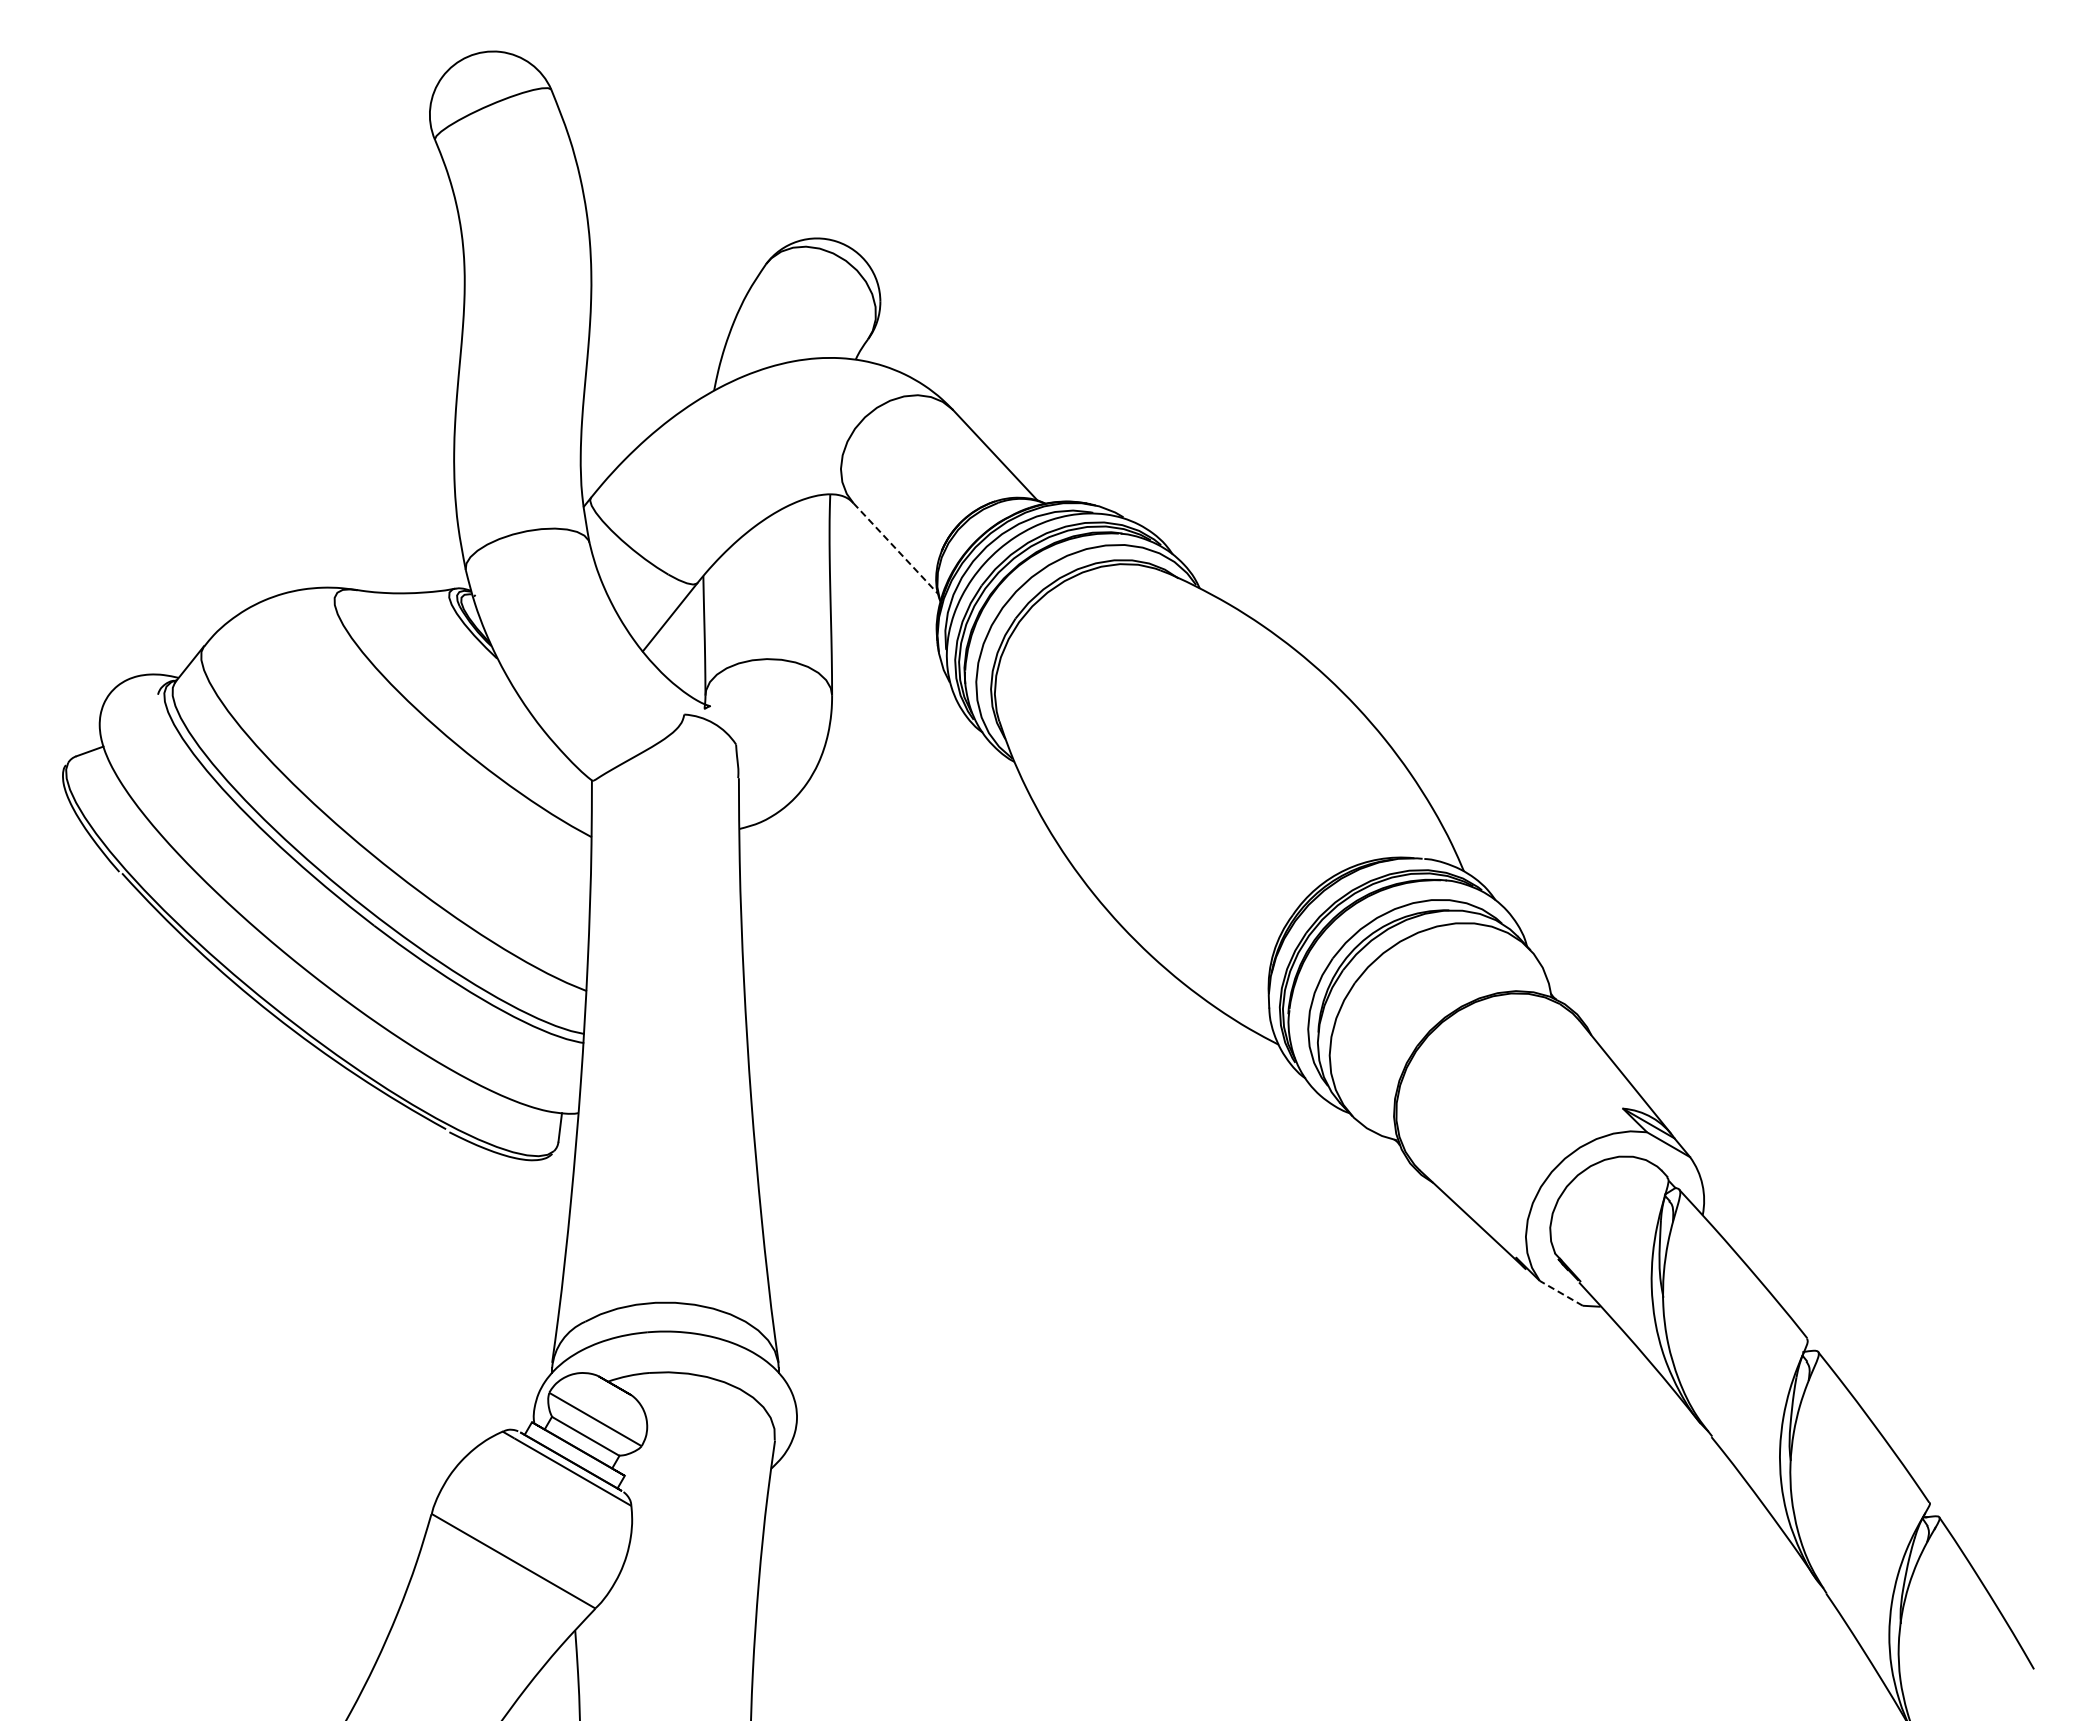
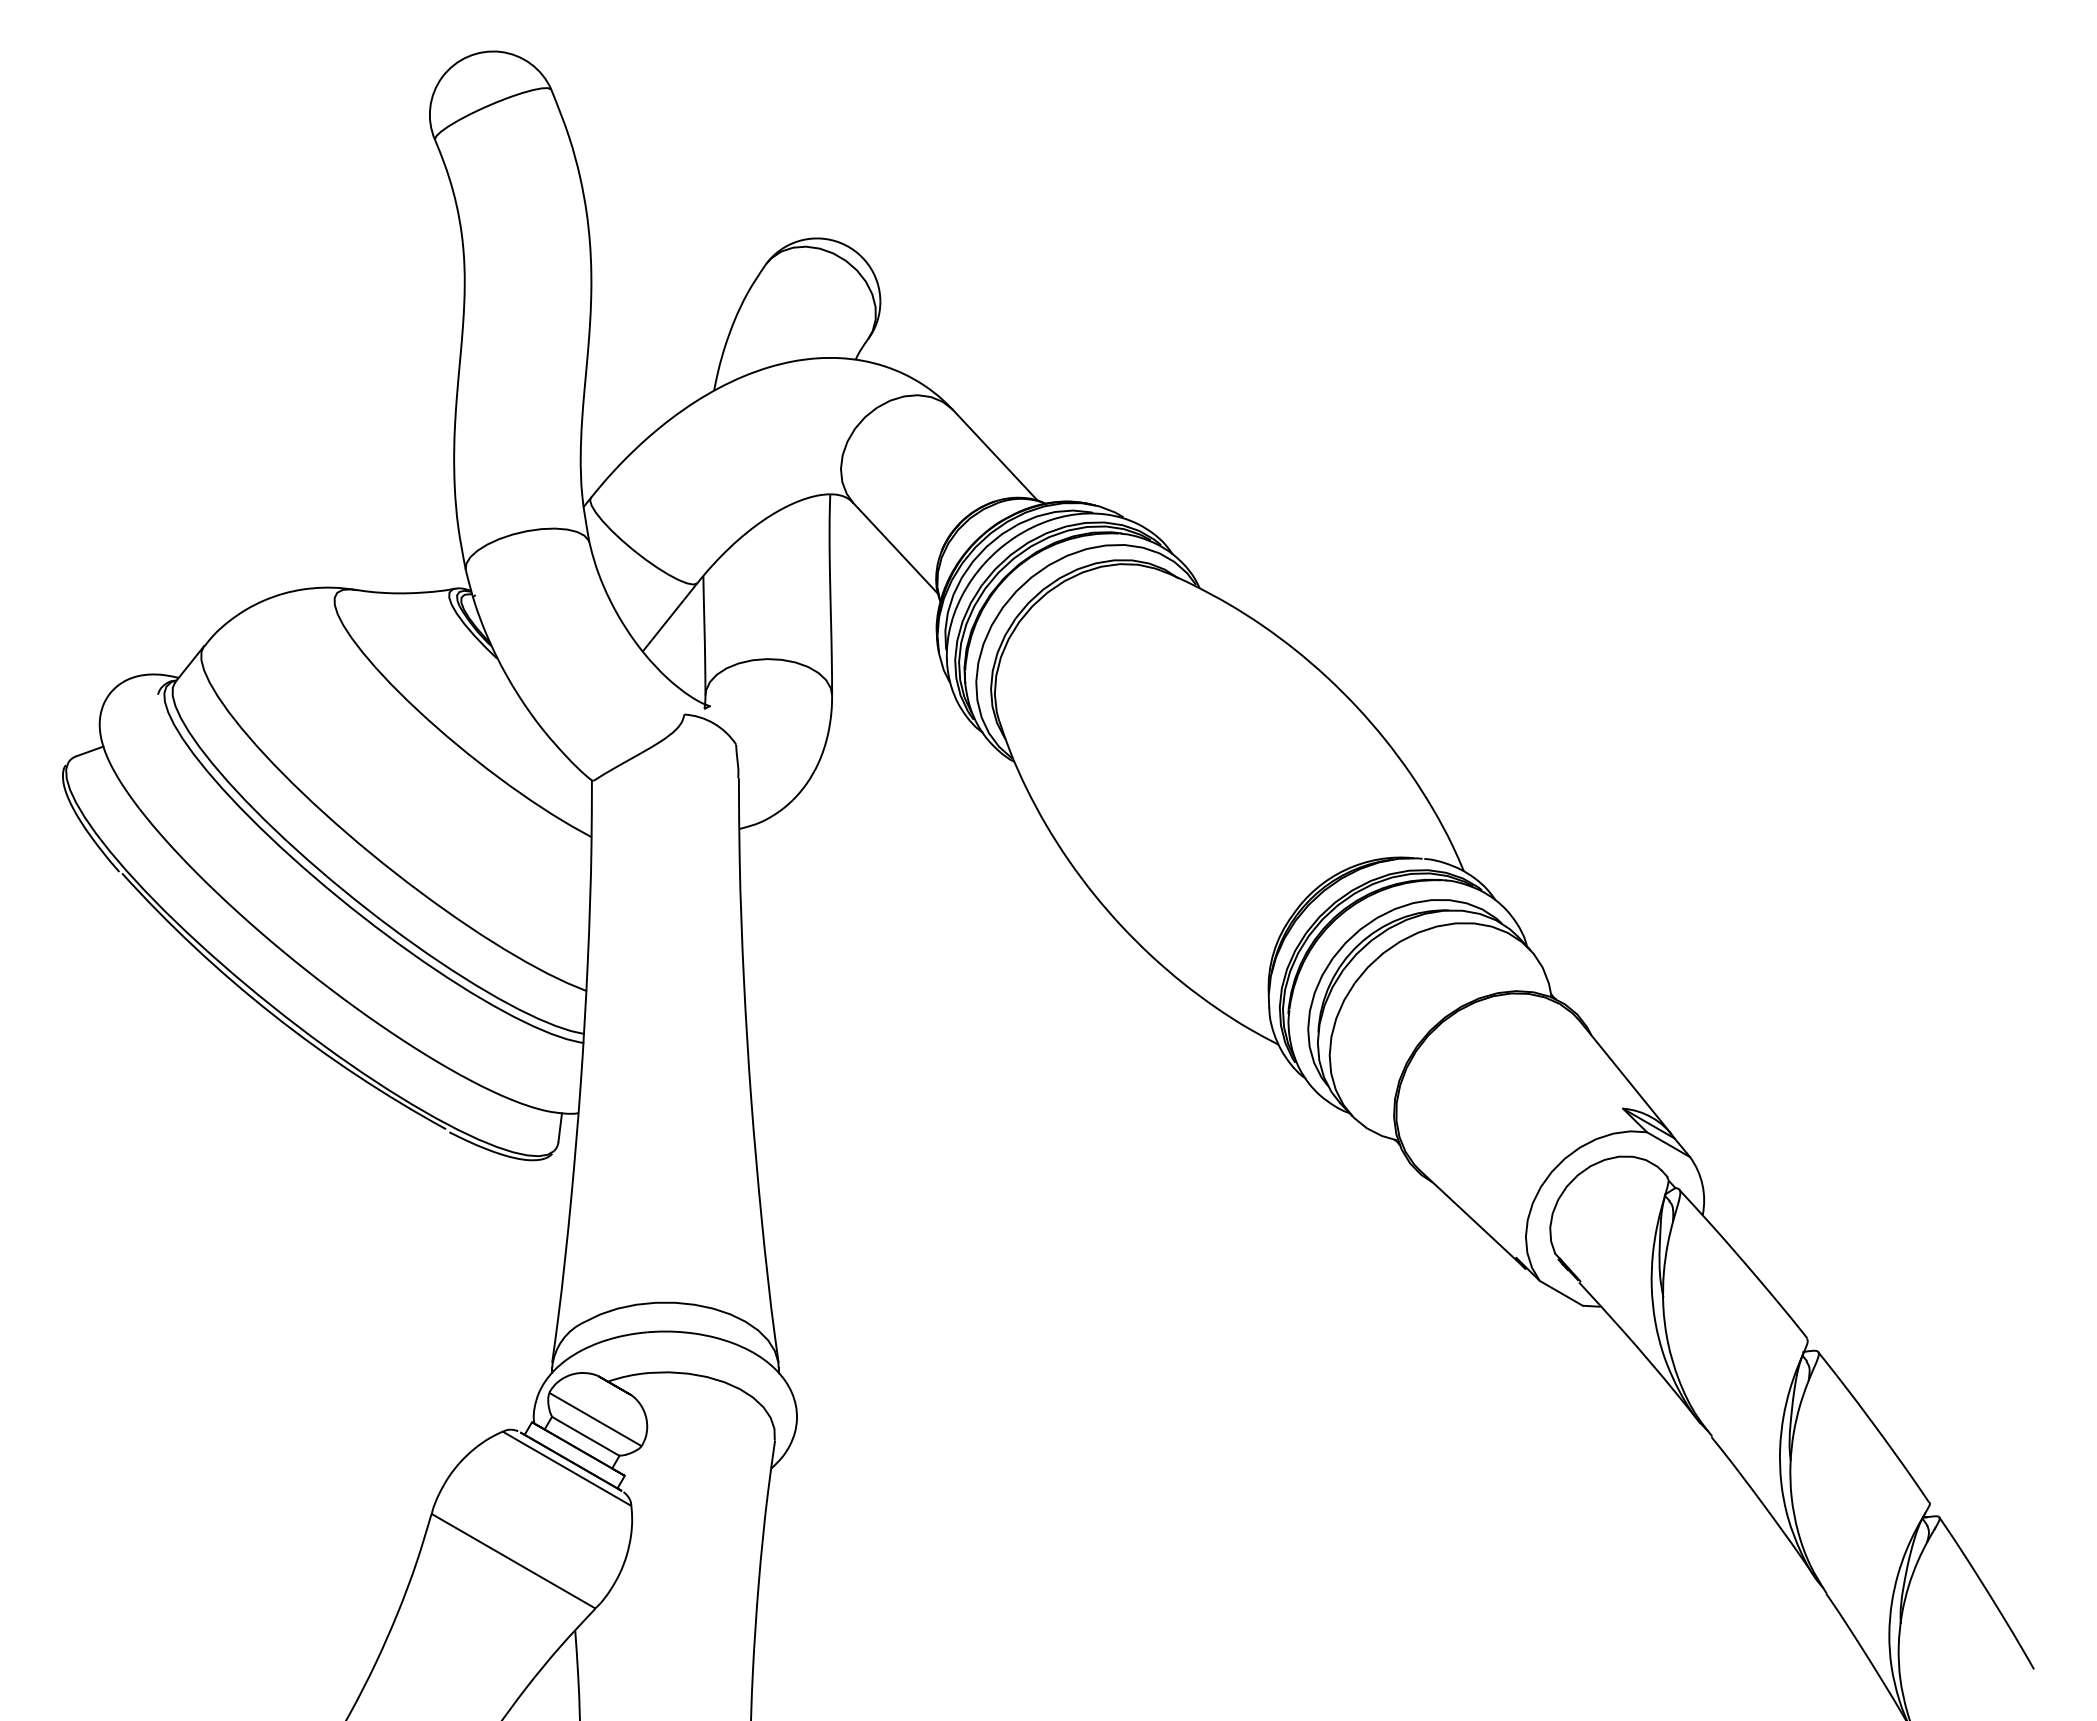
line at (896, 548): dashed -> solid
line at (1561, 1293): dashed -> solid
